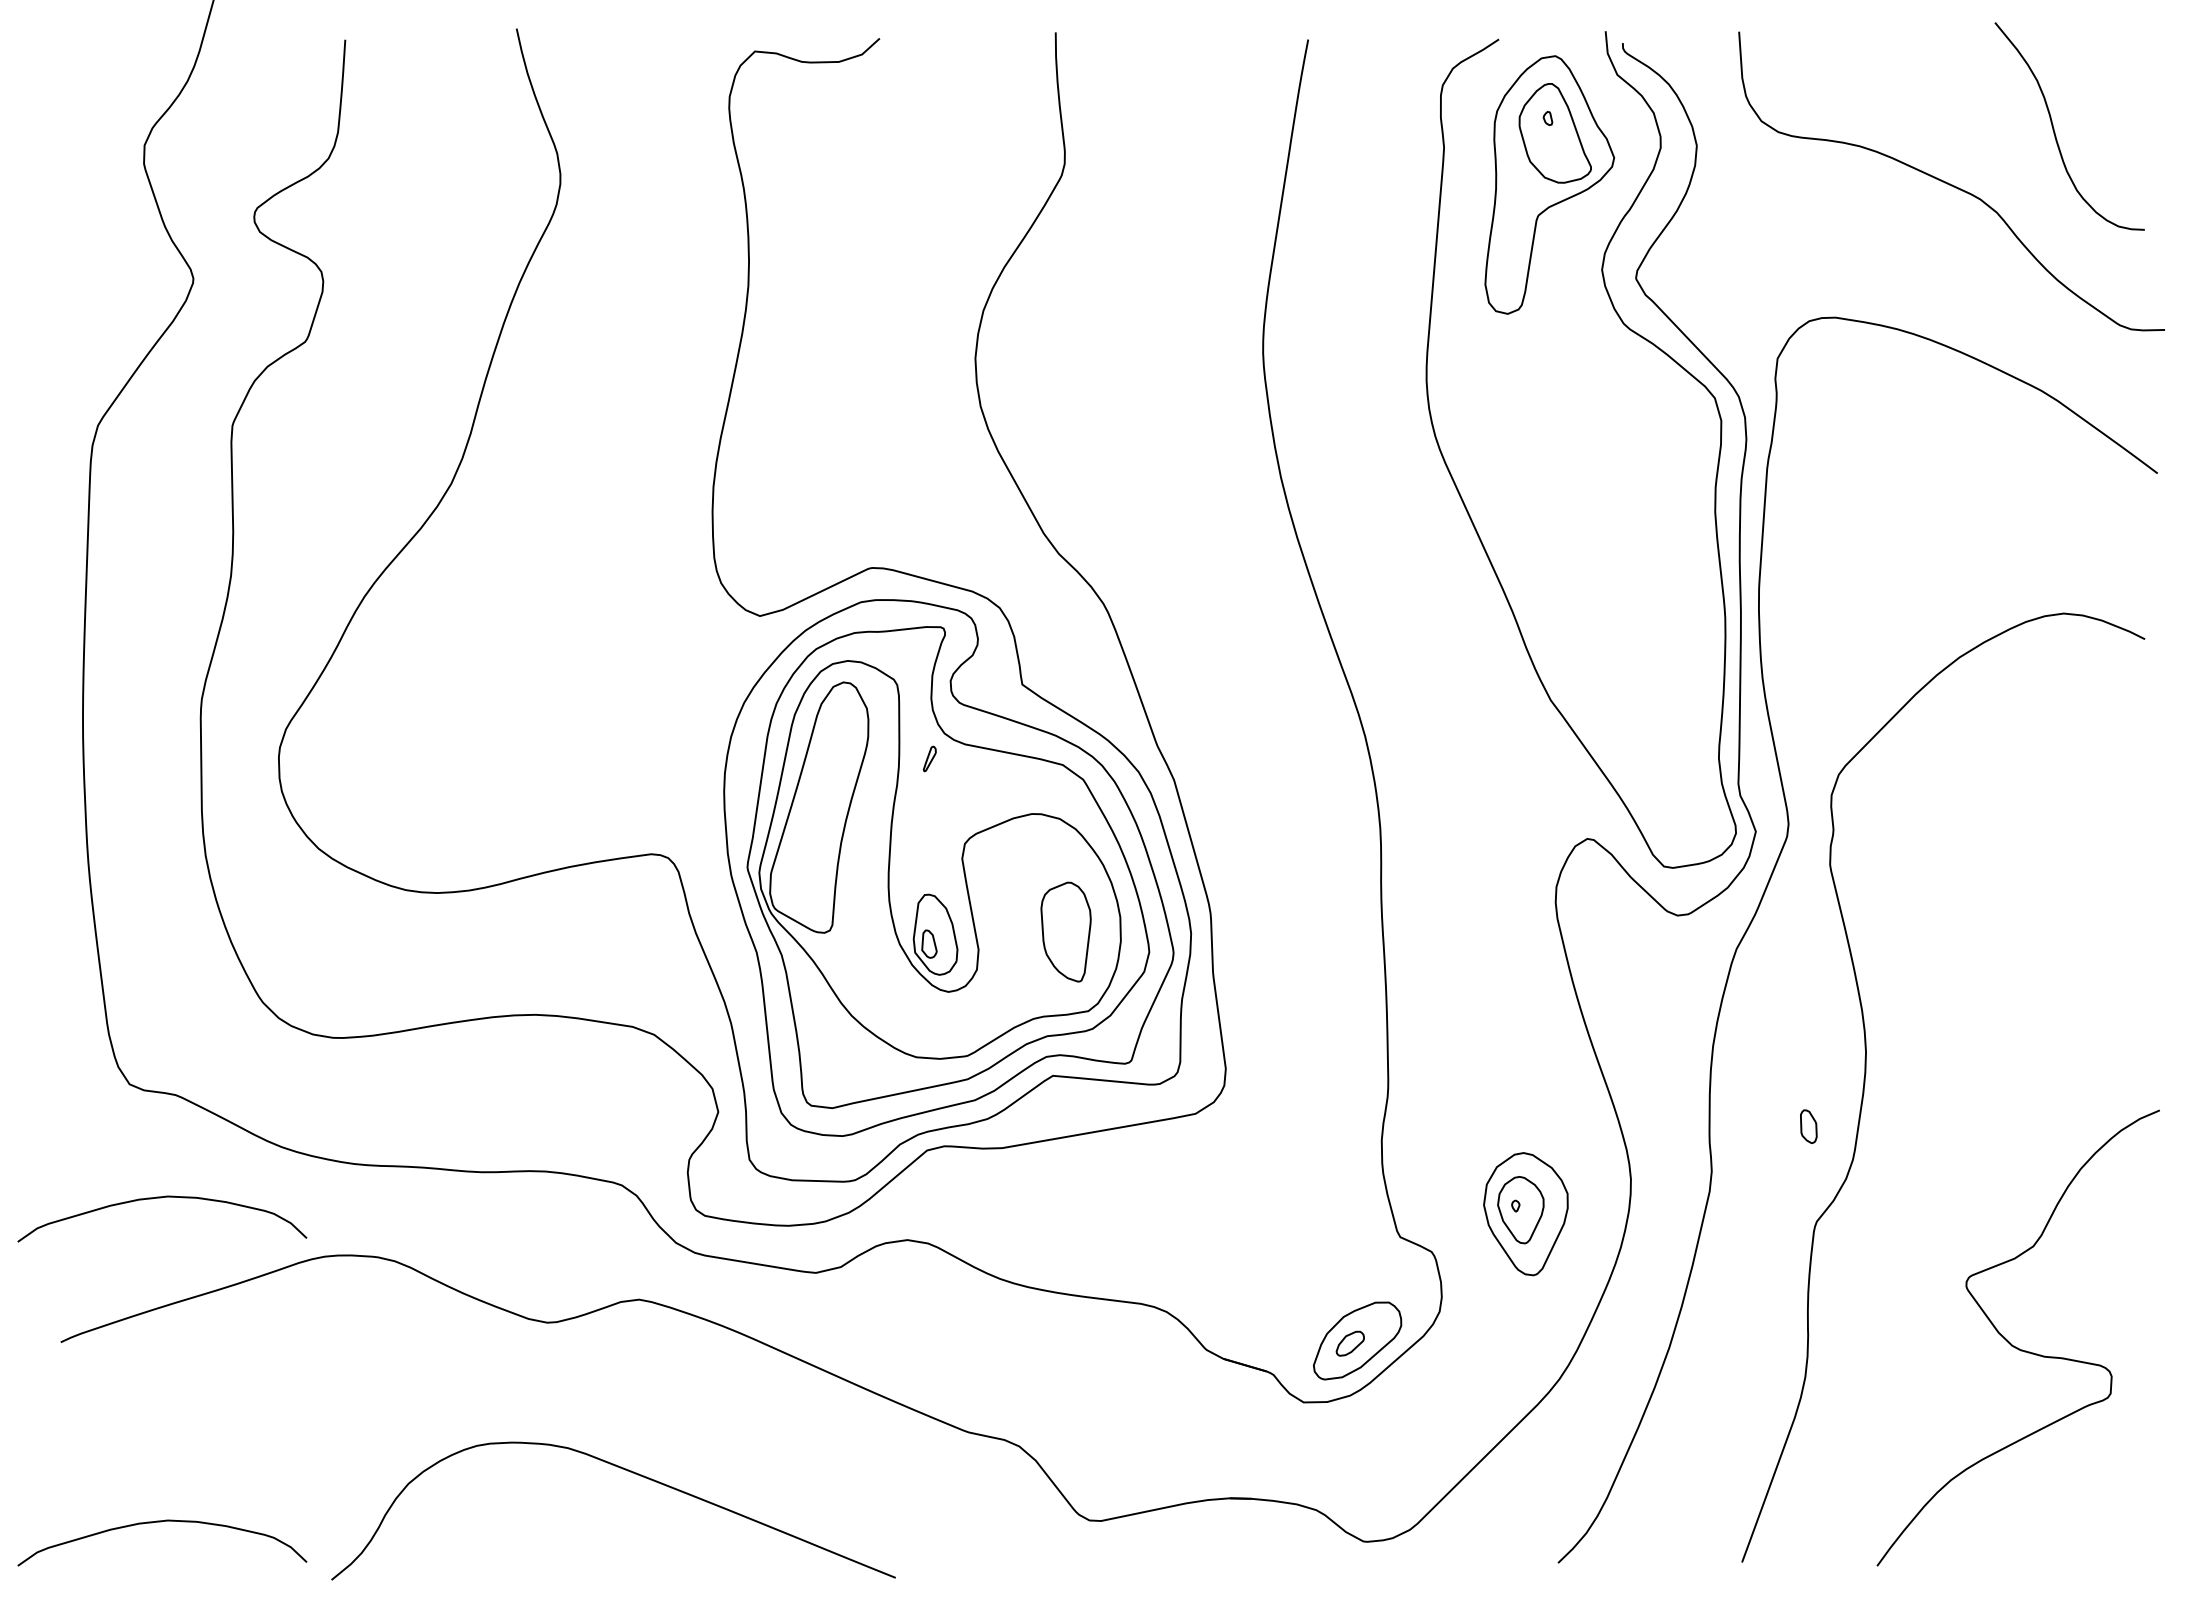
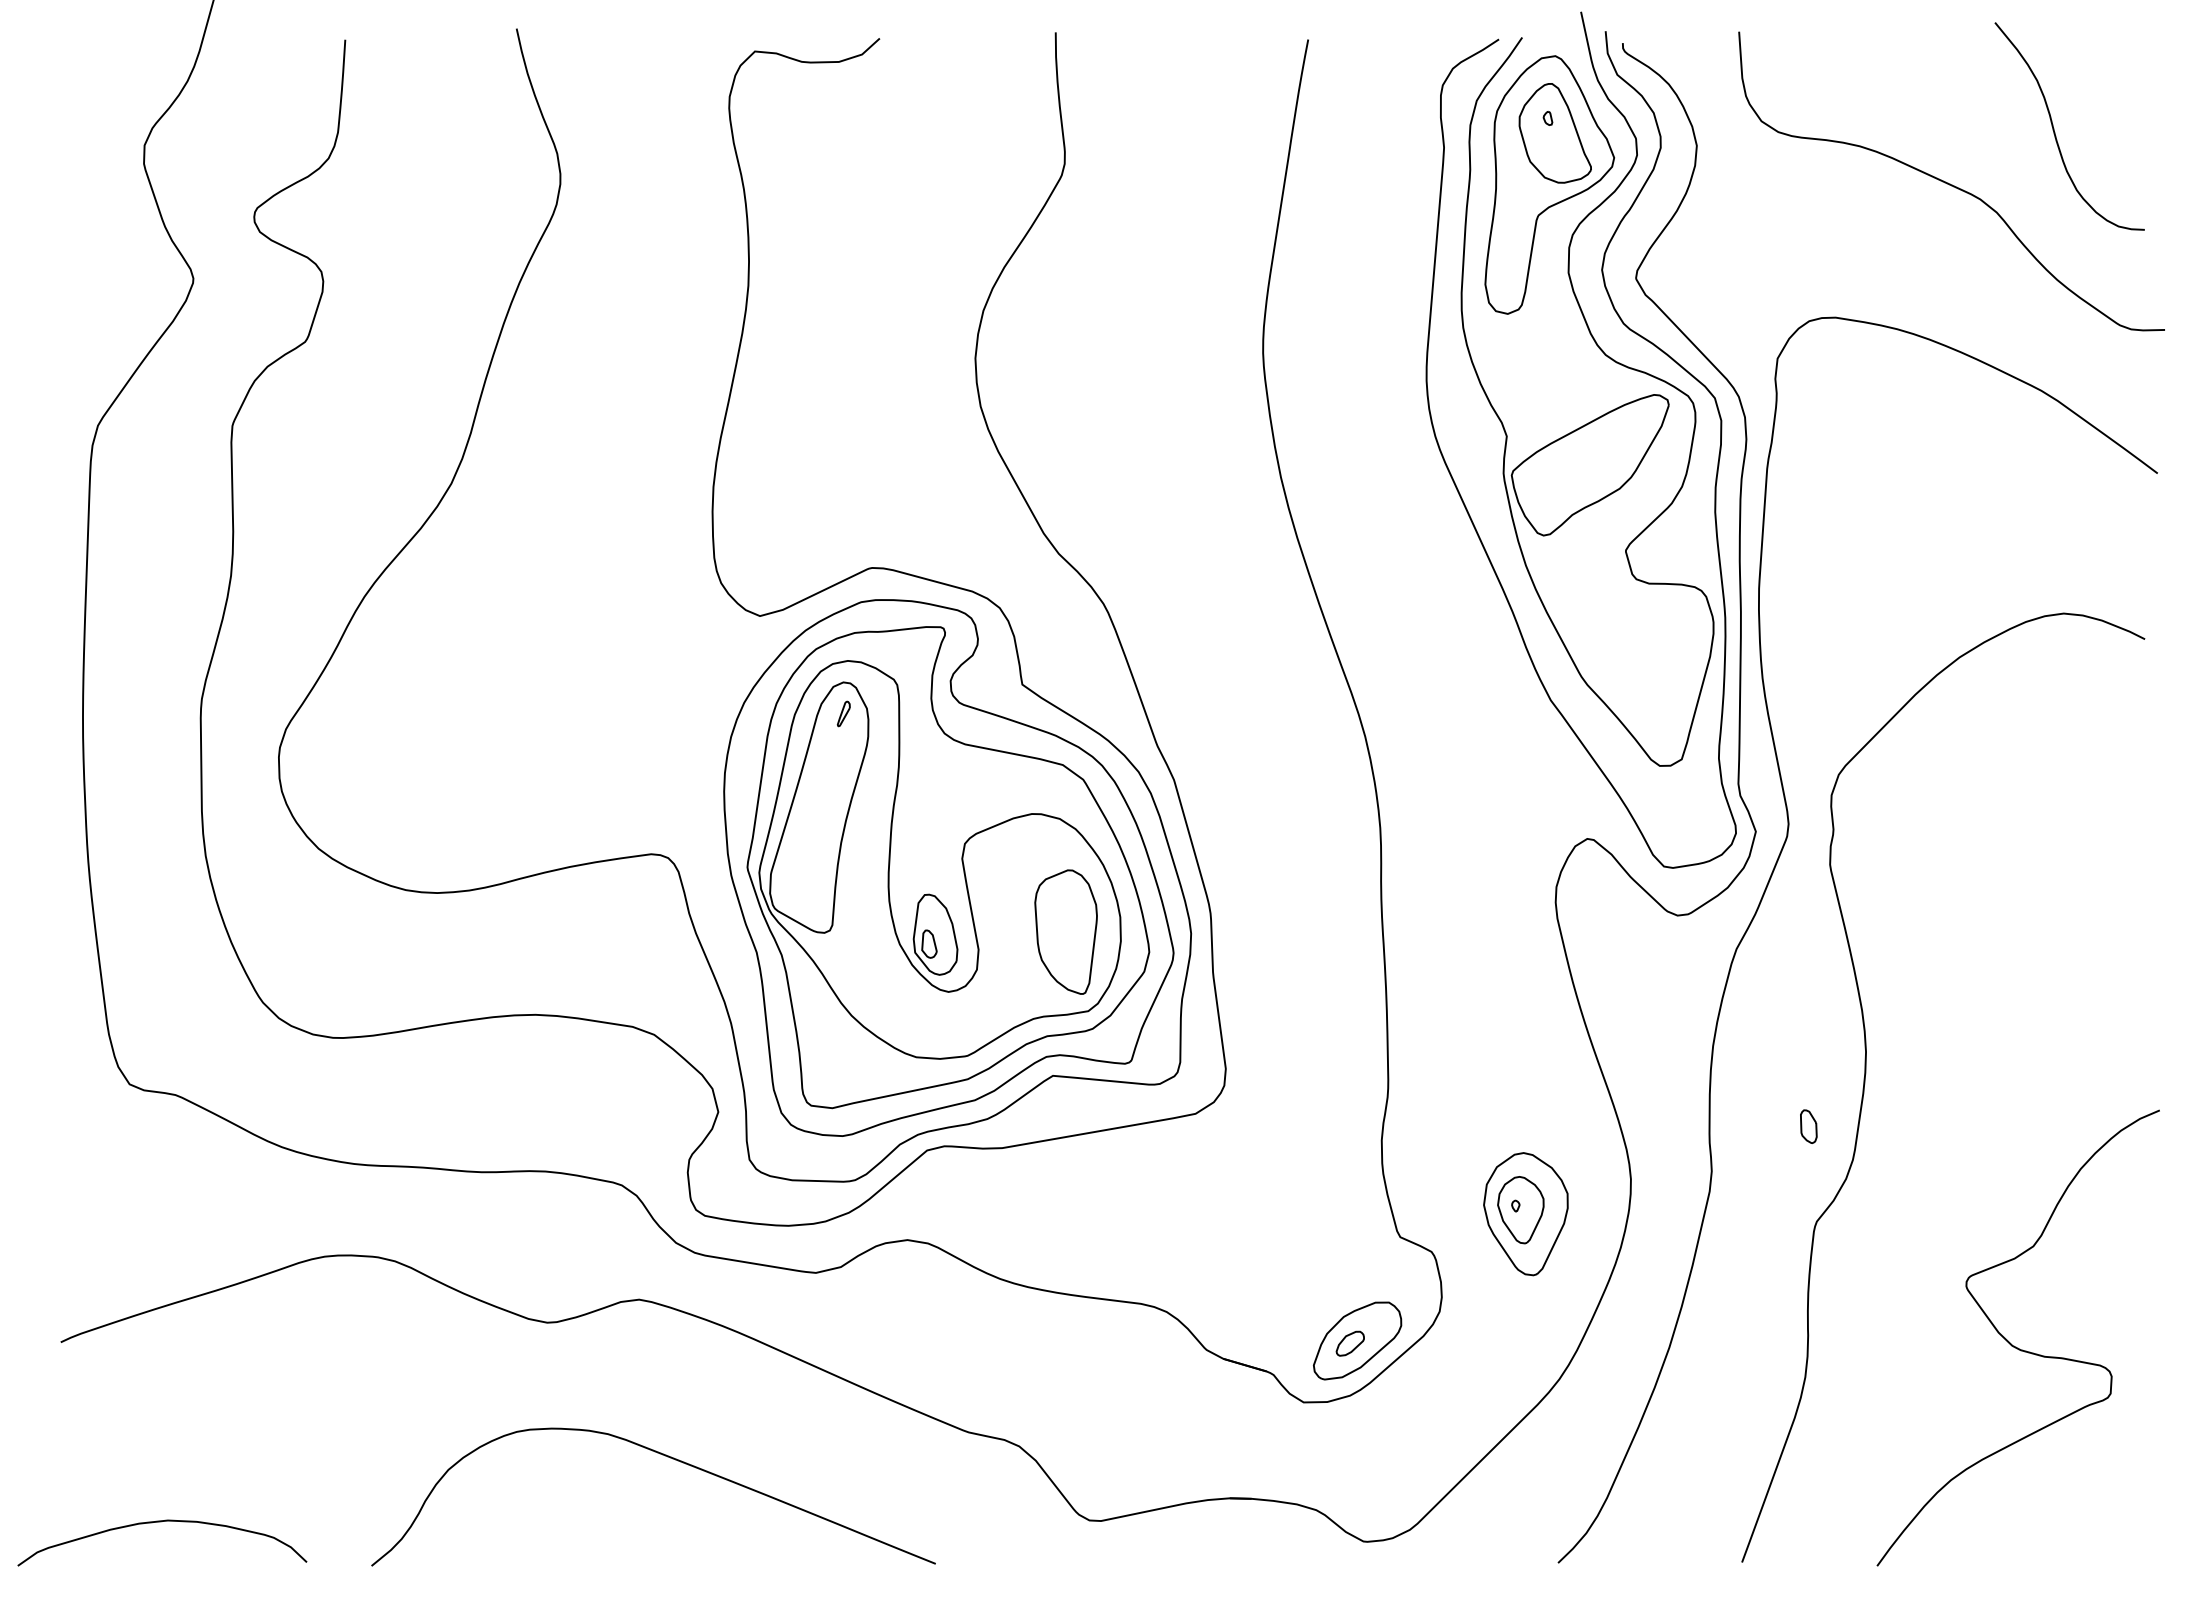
part at (1604, 413): none -> present
part at (929, 758) position: (929, 758) -> (843, 713)
part at (1065, 931) size: 52x102 px -> 64x126 px
curve at (161, 1198): present -> none
curve at (627, 1471) position: (627, 1471) -> (667, 1457)
